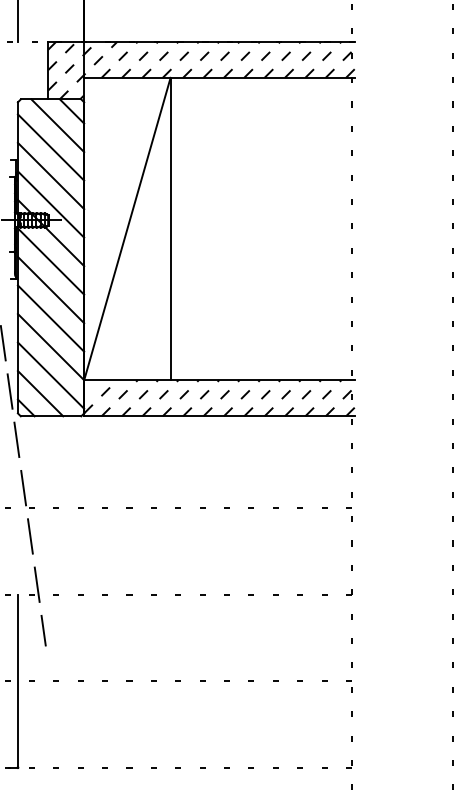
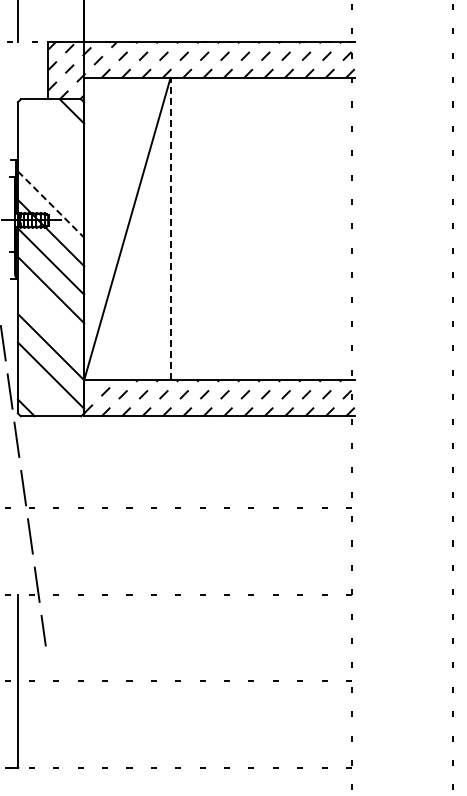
line at (57, 125): present -> none
line at (50, 147): present -> none
line at (50, 175): present -> none
line at (51, 204): solid -> dashed
line at (170, 228): solid -> dashed
line at (50, 318): present -> none
line at (40, 393): present -> none
